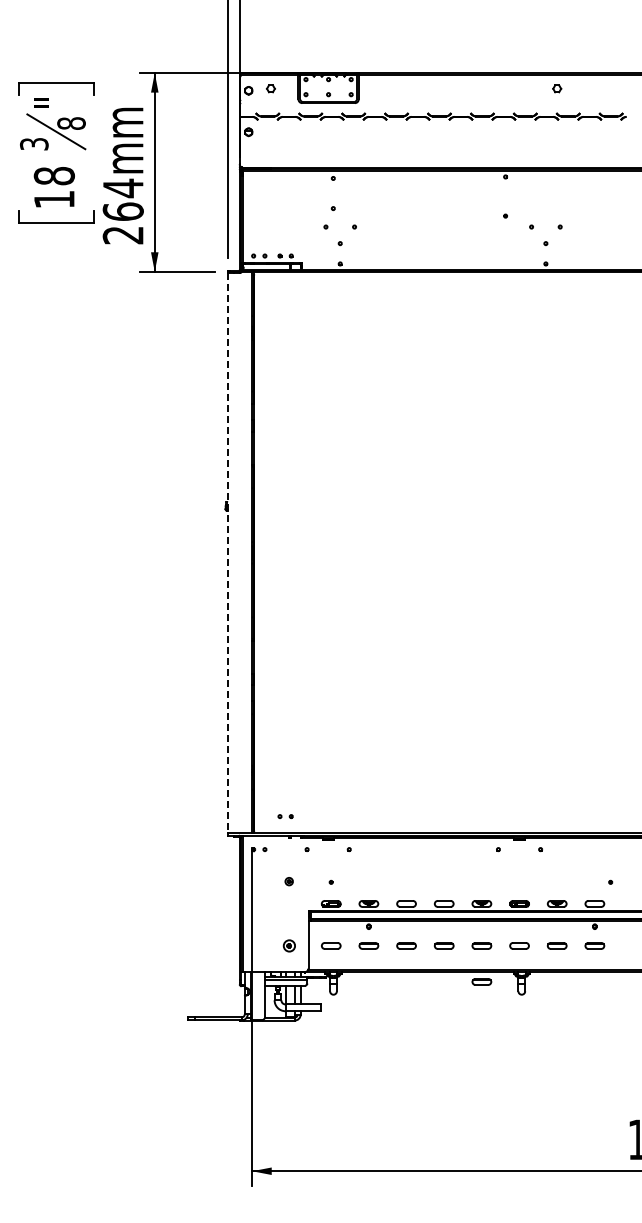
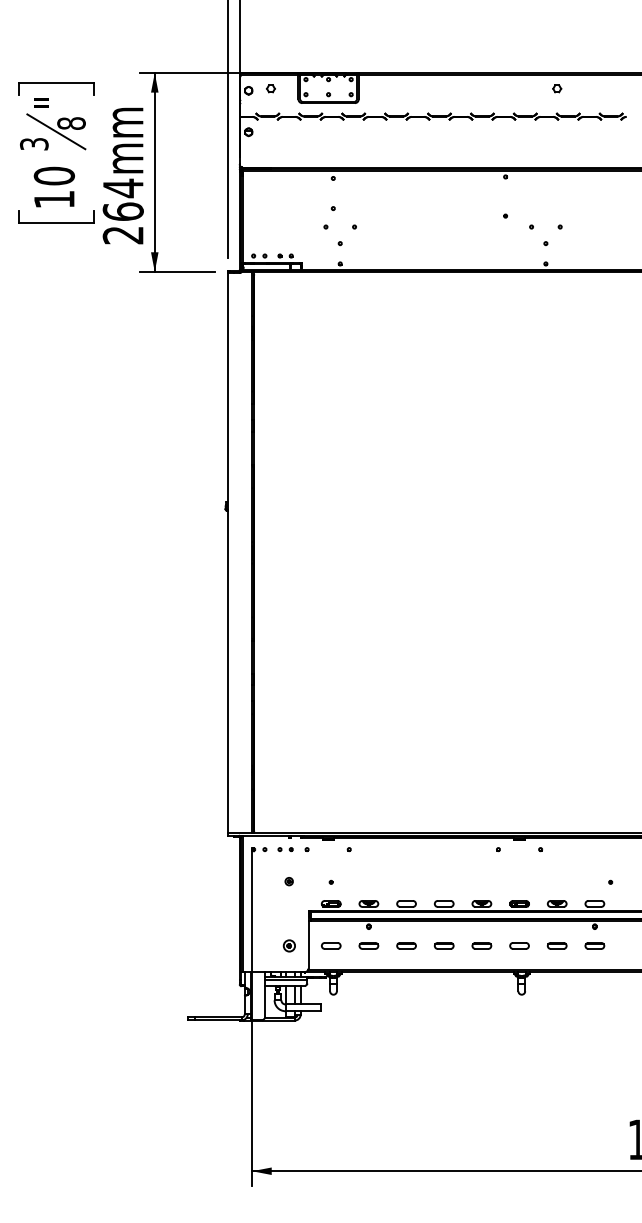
text at (54, 175): 18 -> 10
line at (228, 552): dashed -> solid
part at (285, 816) position: (285, 816) -> (285, 849)
part at (481, 981): present -> none
